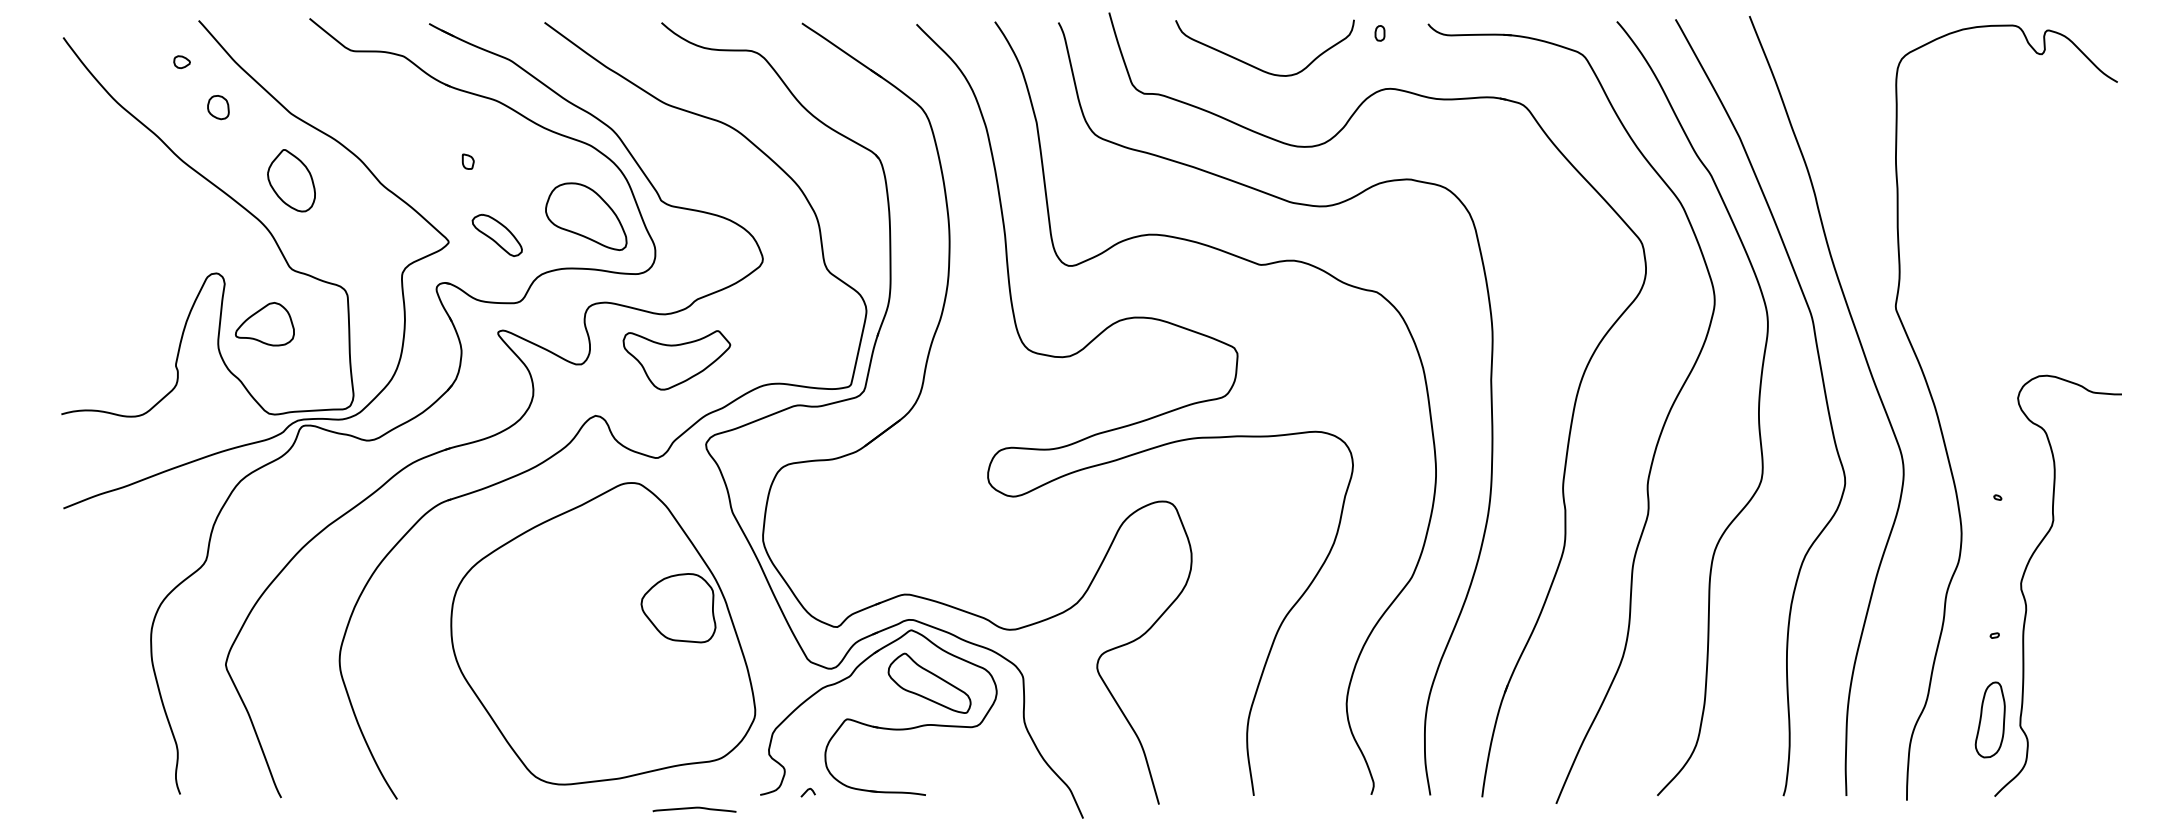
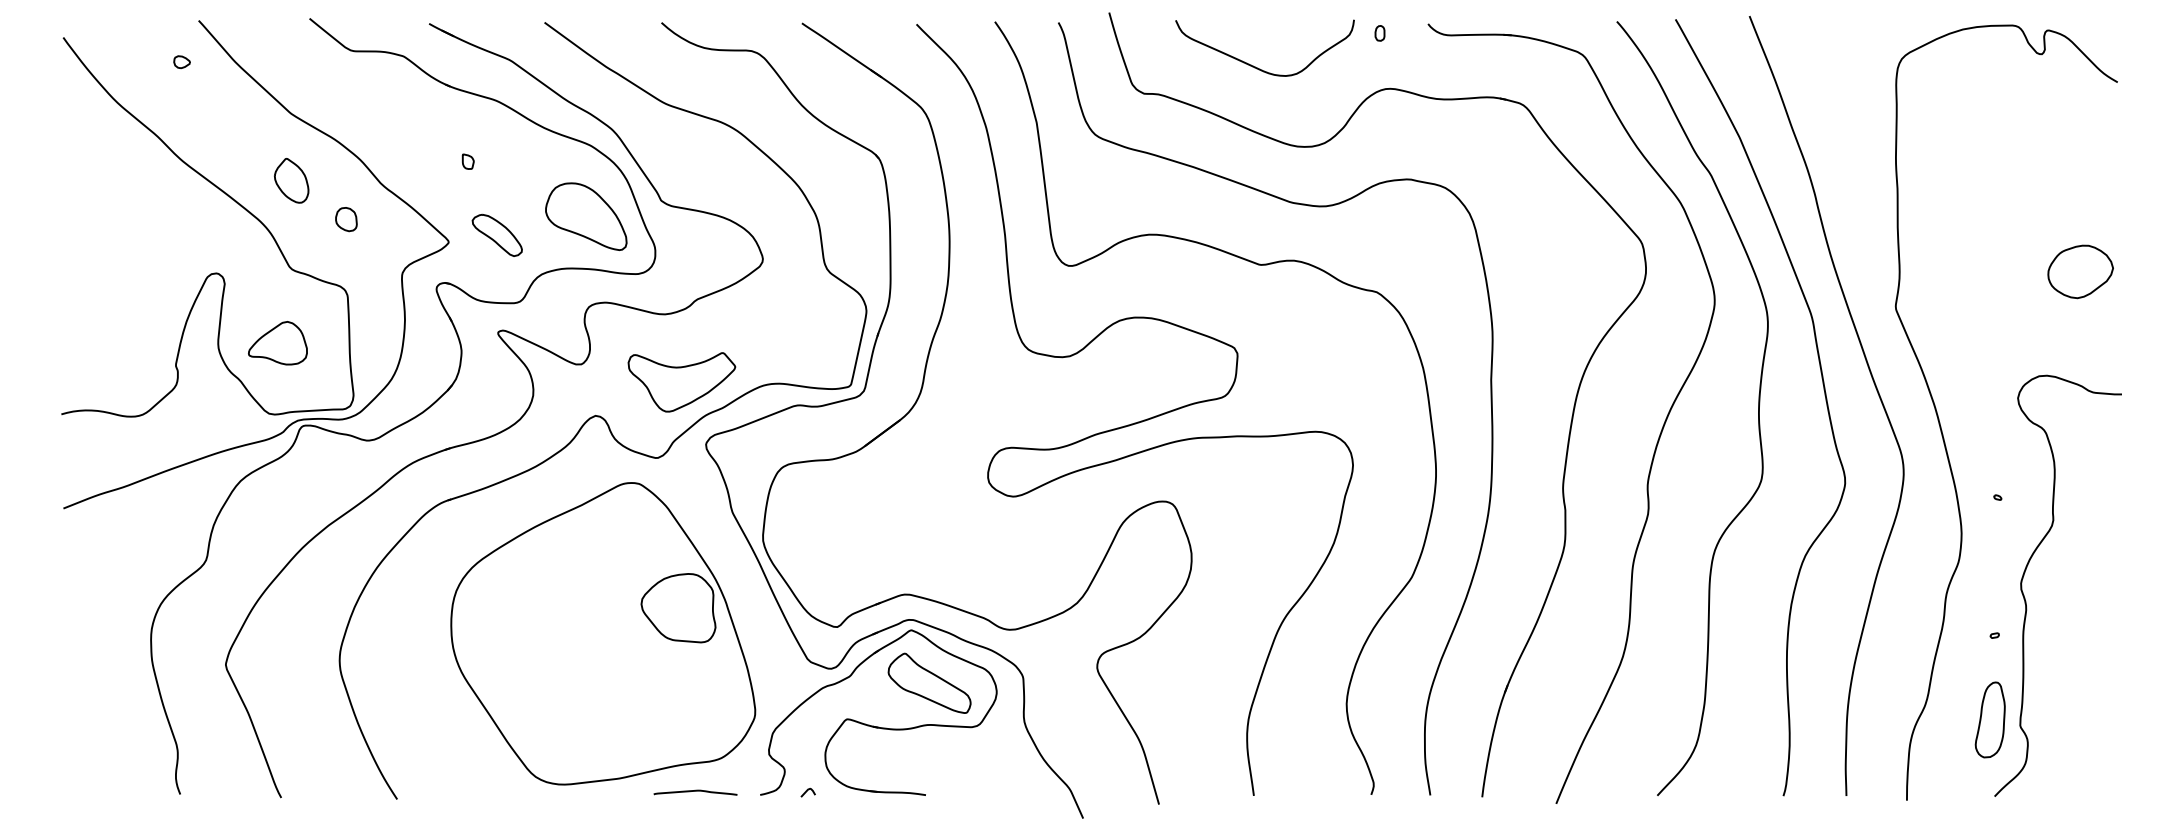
part at (218, 107) position: (218, 107) -> (346, 219)
part at (291, 180) size: 49x64 px -> 36x46 px
part at (2080, 271): none -> present
part at (264, 324) position: (264, 324) -> (277, 343)
part at (676, 360) position: (676, 360) -> (681, 382)
curve at (694, 808) position: (694, 808) -> (695, 791)
